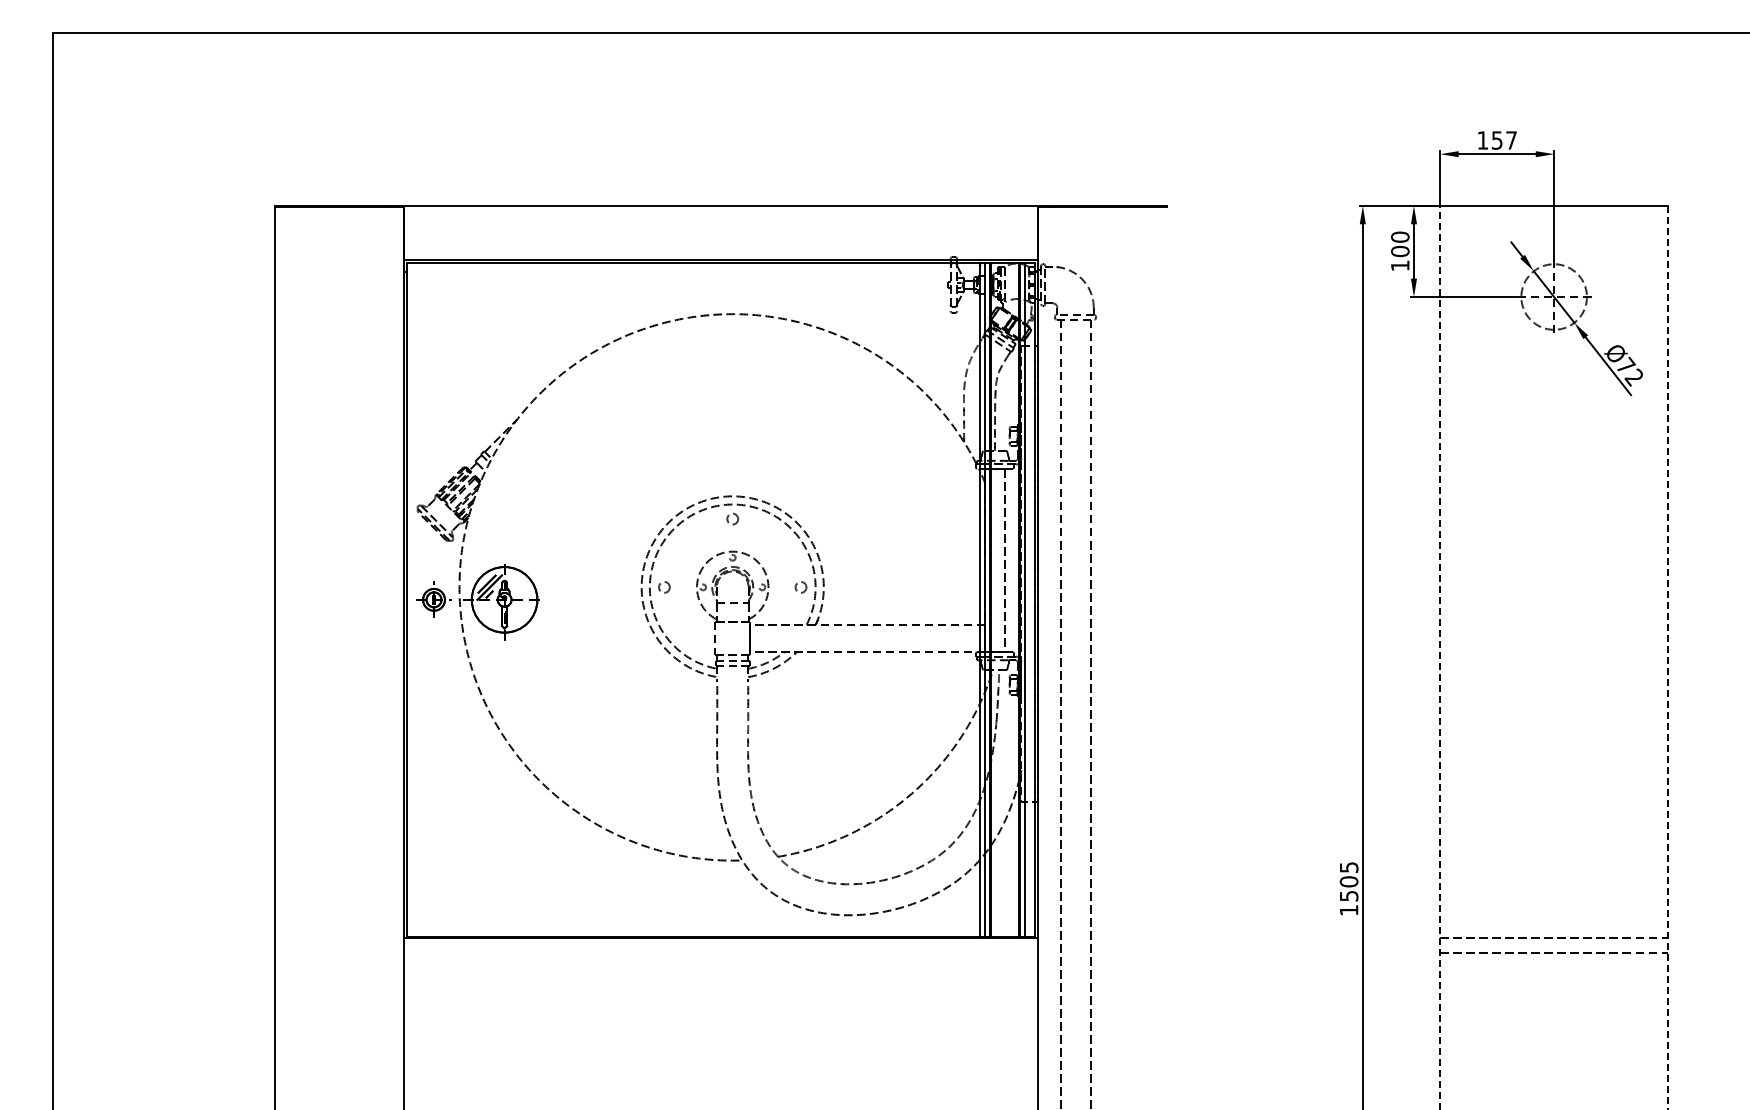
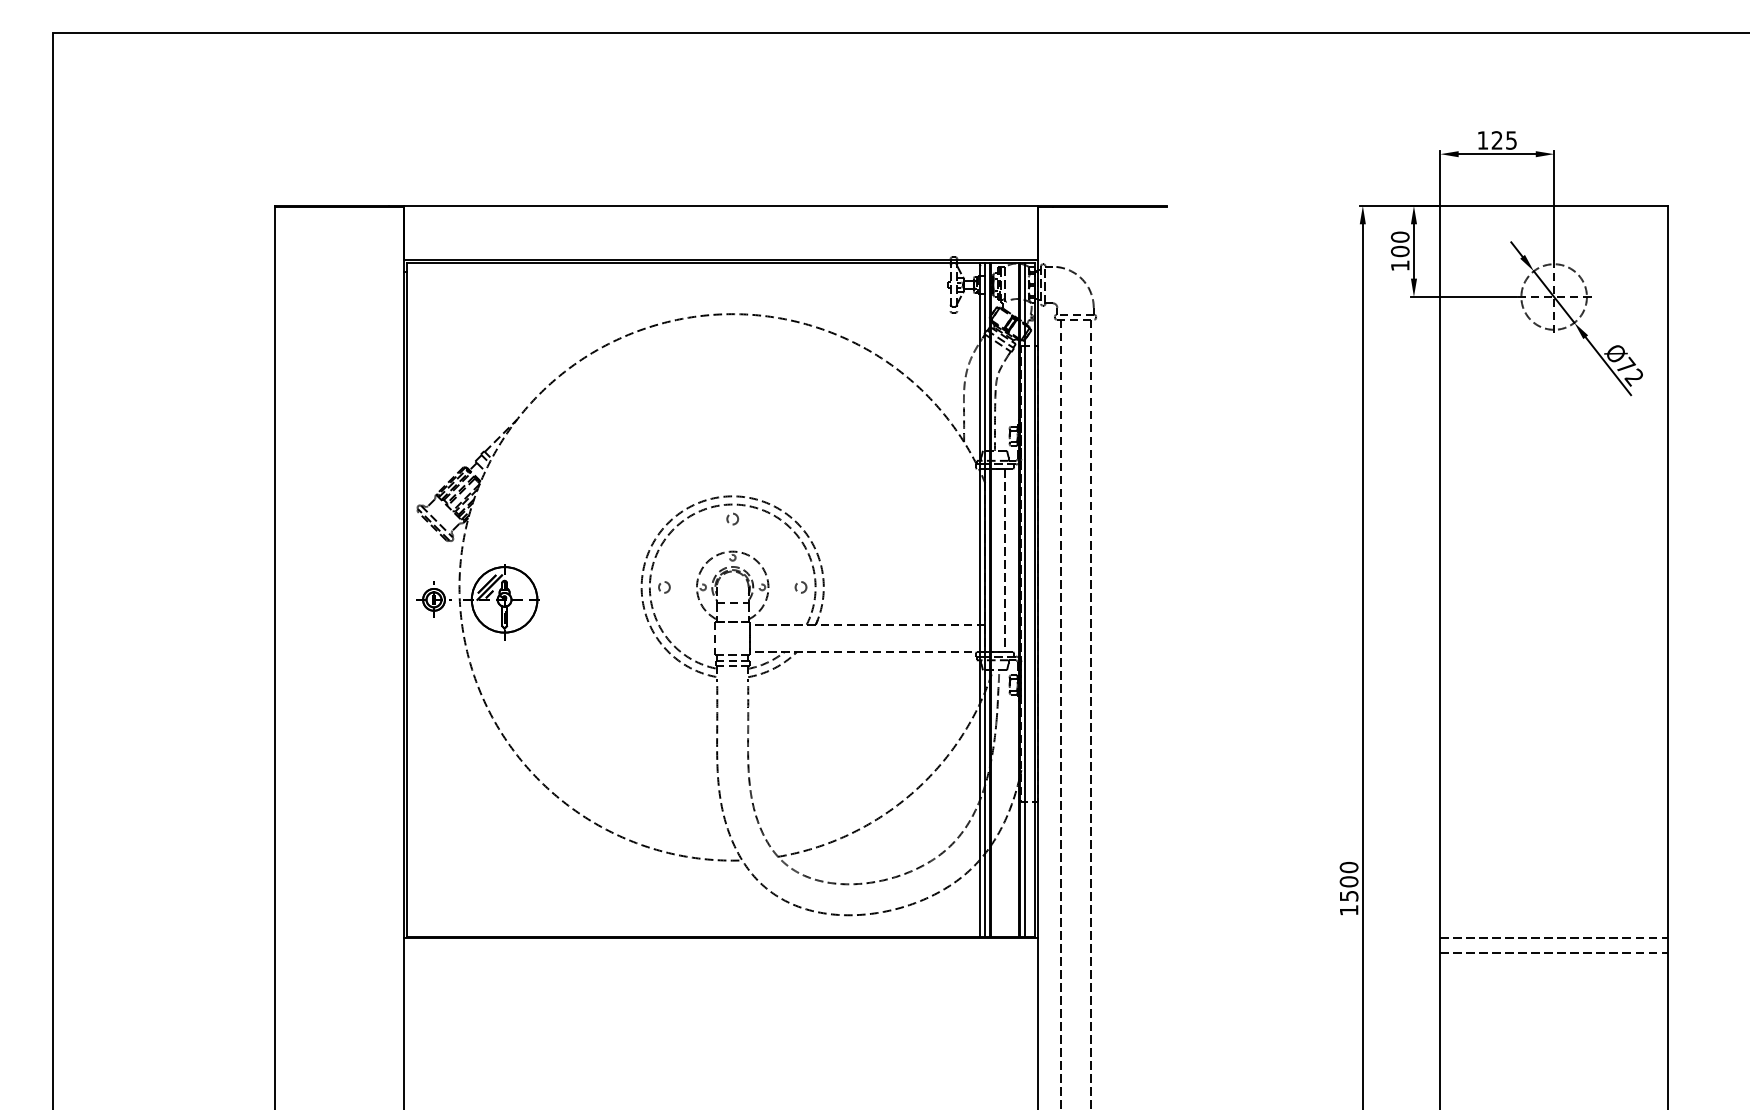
text at (1503, 140): 157 -> 125
line at (1440, 657): dashed -> solid
line at (1667, 657): dashed -> solid
text at (1348, 867): 1505 -> 1500
